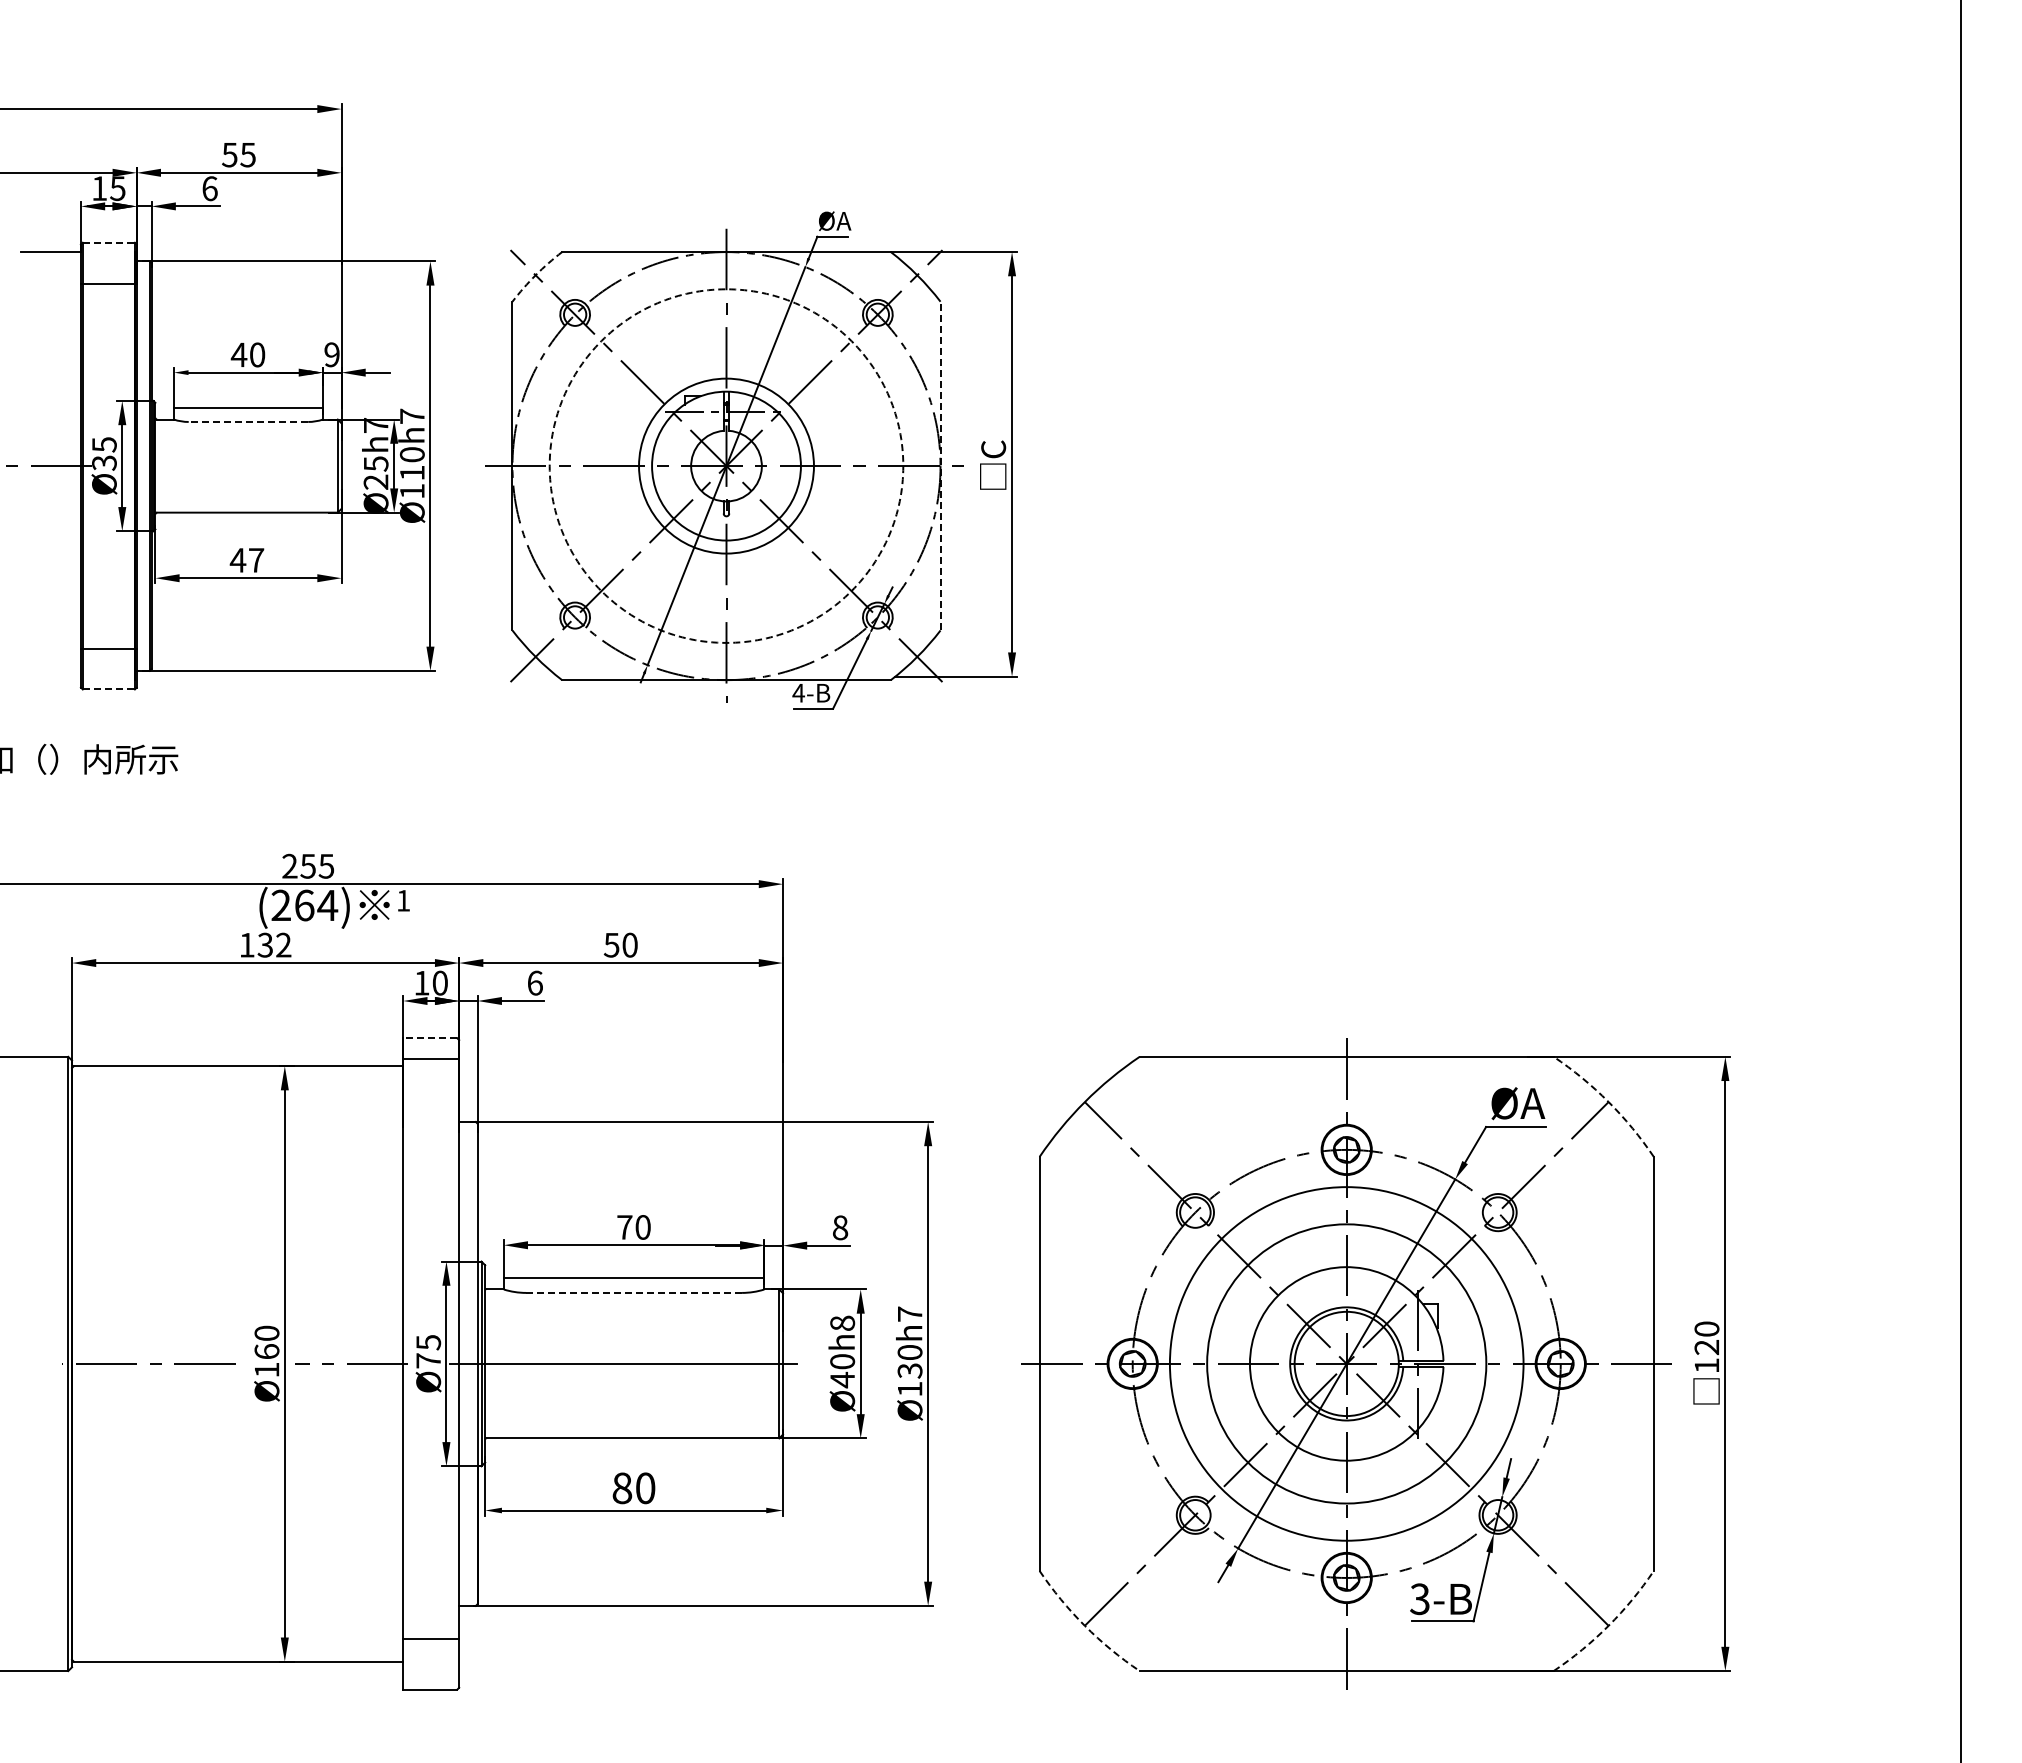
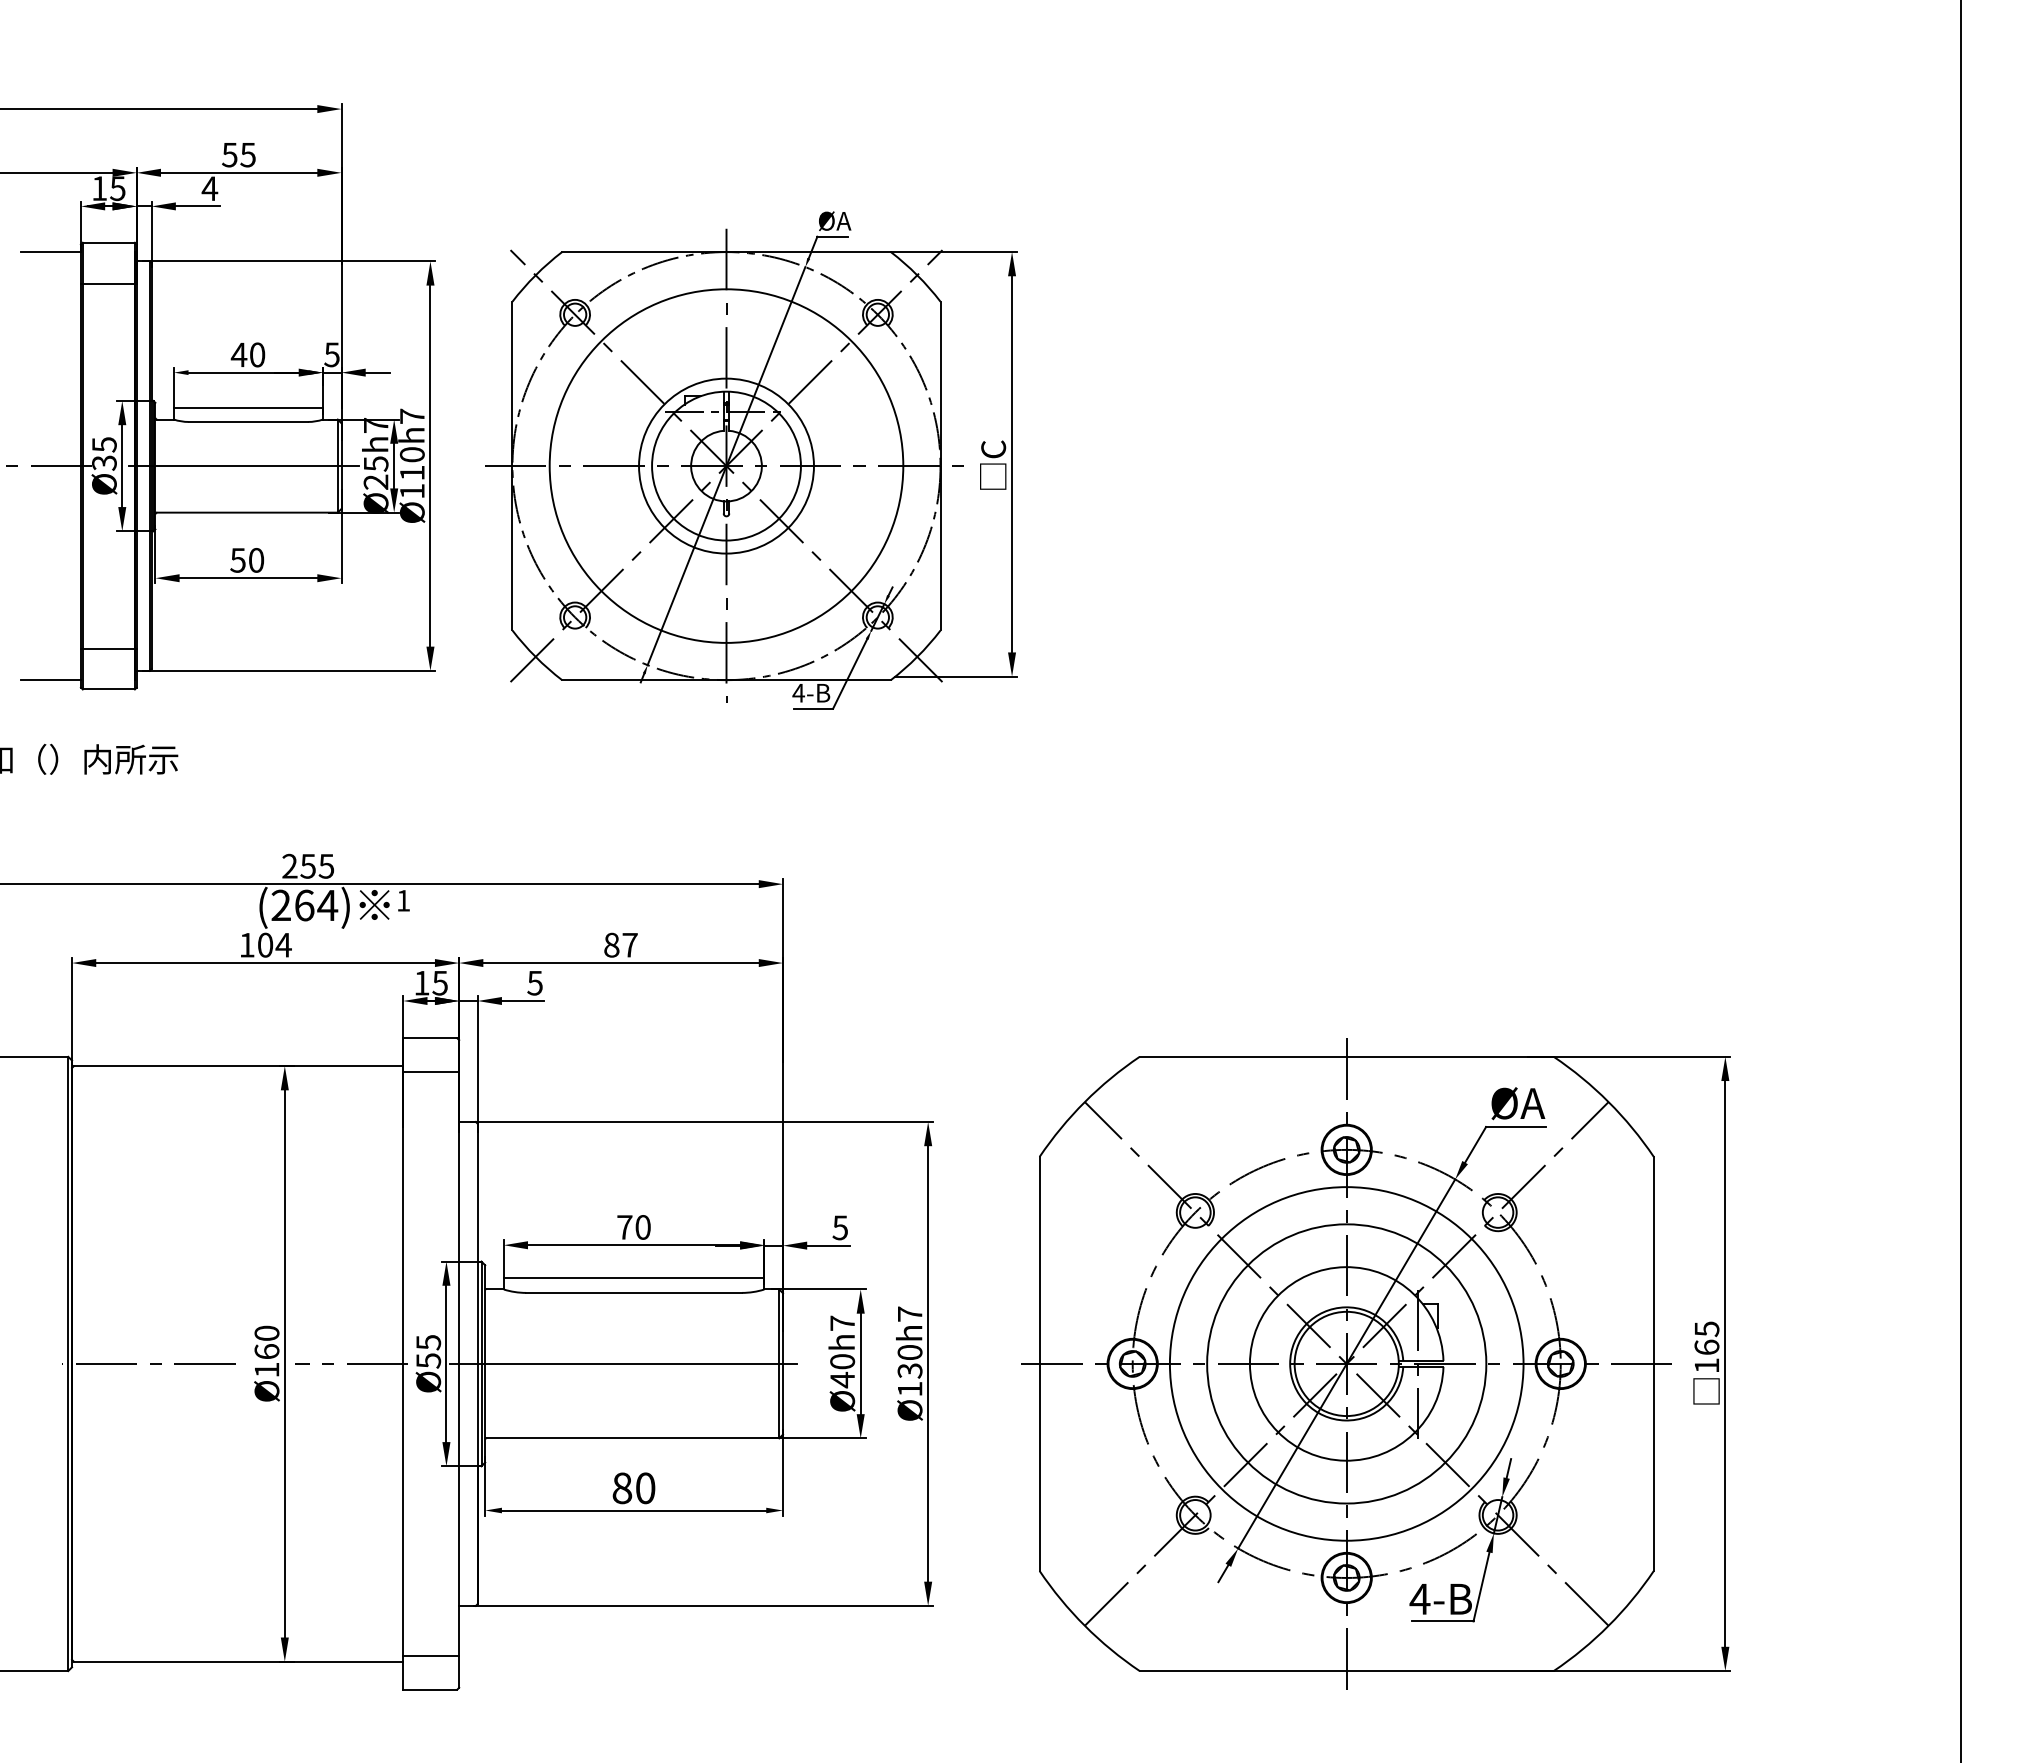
text at (209, 188): 6 -> 4
line at (109, 242): dashed -> solid
arc at (535, 275): dashed -> solid
text at (331, 354): 9 -> 5
line at (248, 421): dashed -> solid
circle at (726, 465): dashed -> solid
line at (940, 465): dashed -> solid
line at (243, 466): none -> present
text at (246, 560): 47 -> 50
line at (50, 680): none -> present
line at (109, 689): dashed -> solid
text at (274, 944): 132 -> 104
text at (620, 944): 50 -> 87
text at (439, 982): 10 -> 15
text at (534, 982): 6 -> 5
line at (430, 1038): dashed -> solid
line at (431, 1059) position: (431, 1059) -> (431, 1072)
arc at (1608, 1102): dashed -> solid
text at (840, 1227): 8 -> 5
line at (634, 1292): dashed -> solid
text at (842, 1322): 40h8 -> 40h7
text at (1706, 1338): 120 -> 165
text at (428, 1360): Ø75 -> Ø55
text at (1419, 1599): 3-B -> 4-B
arc at (1084, 1625): dashed -> solid
arc at (1608, 1625): dashed -> solid
line at (431, 1638) position: (431, 1638) -> (431, 1655)
